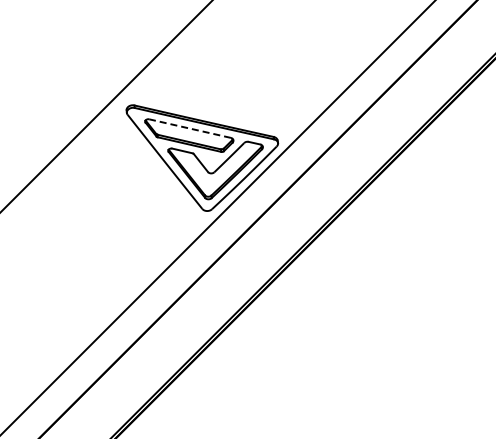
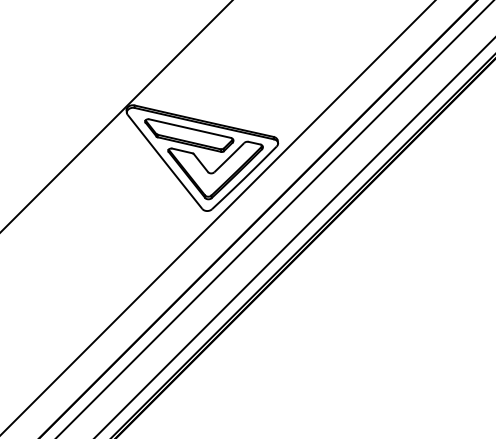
line at (106, 106) position: (106, 106) -> (116, 116)
line at (190, 128): dashed -> solid
line at (274, 218): none -> present
line at (294, 237): none -> present
